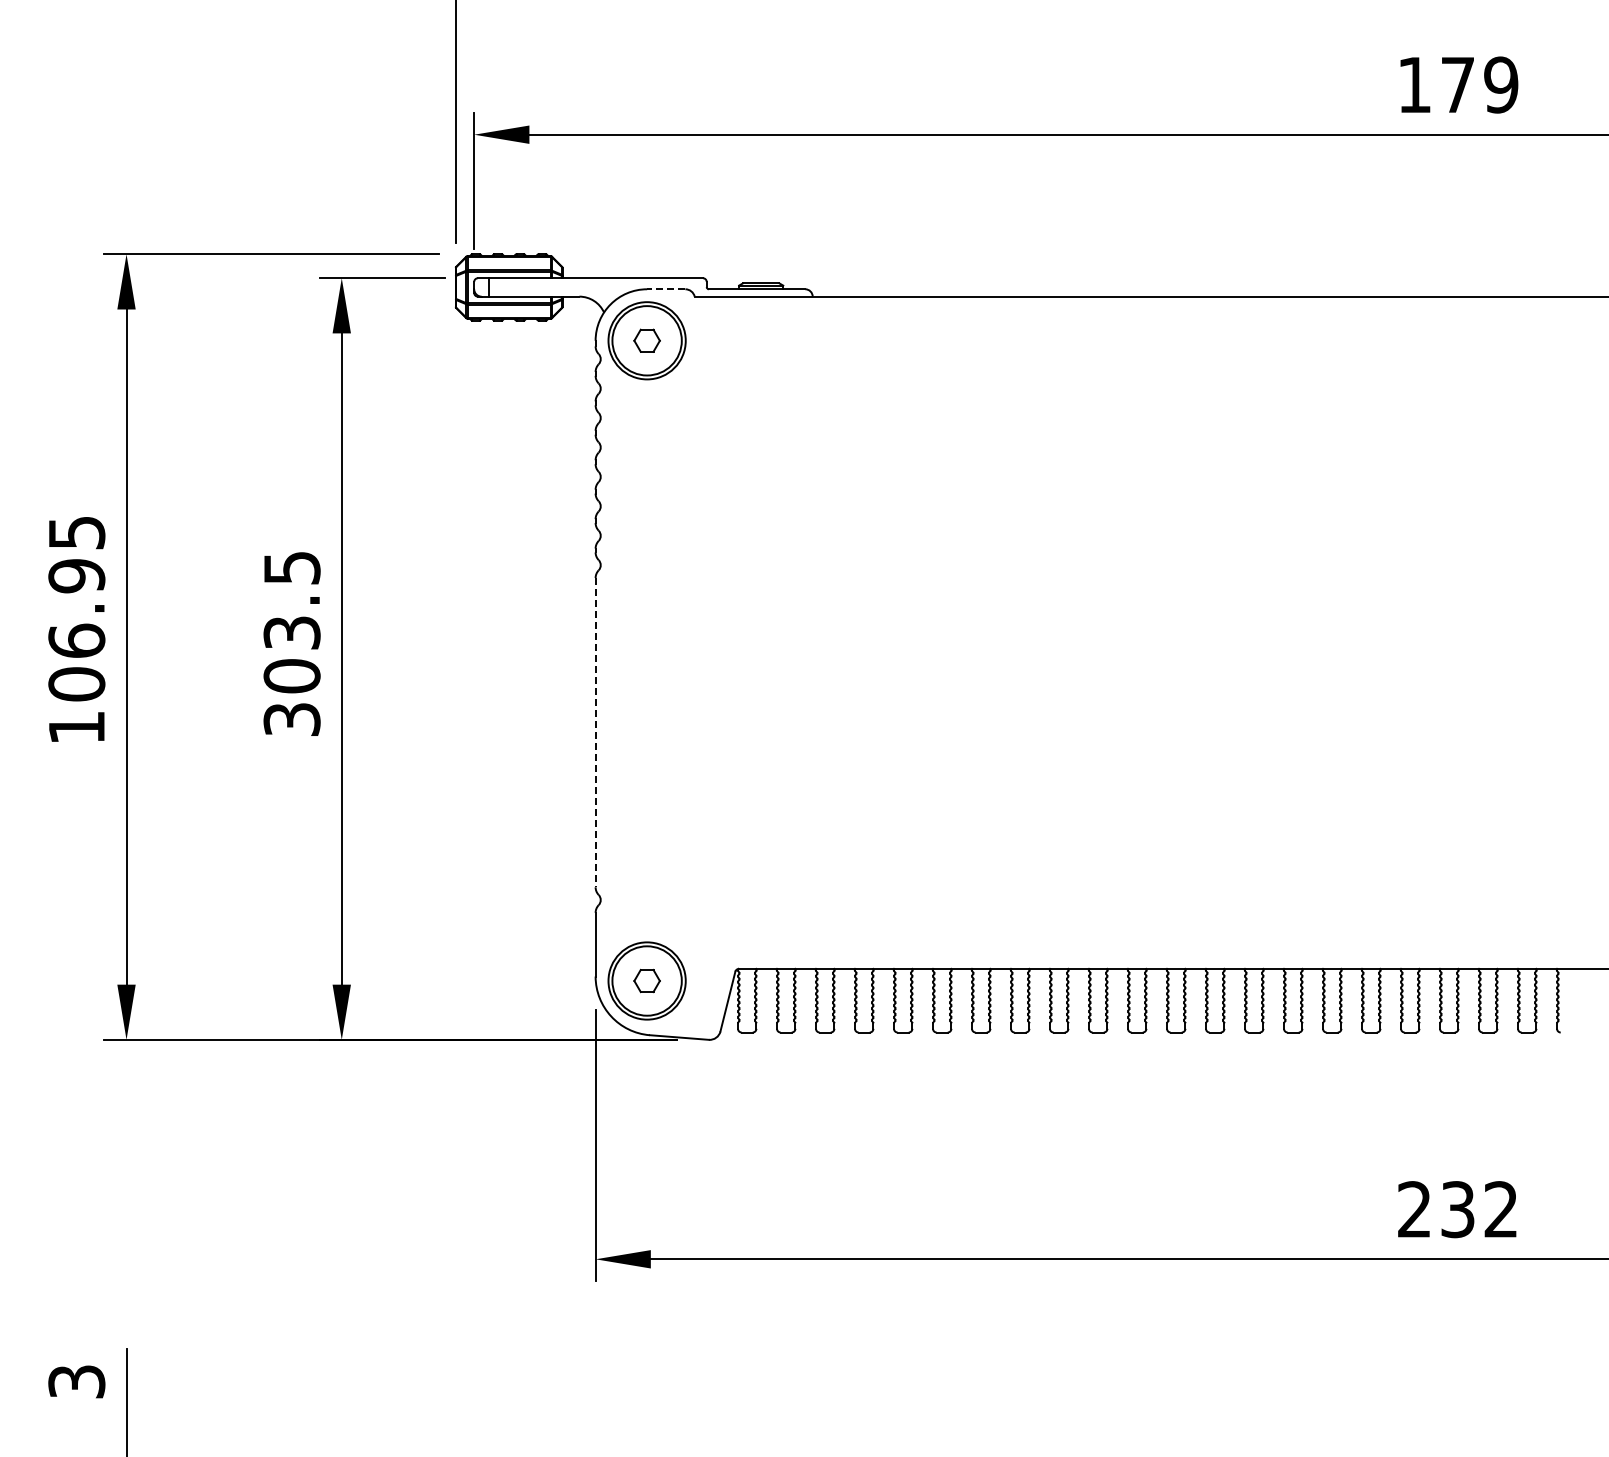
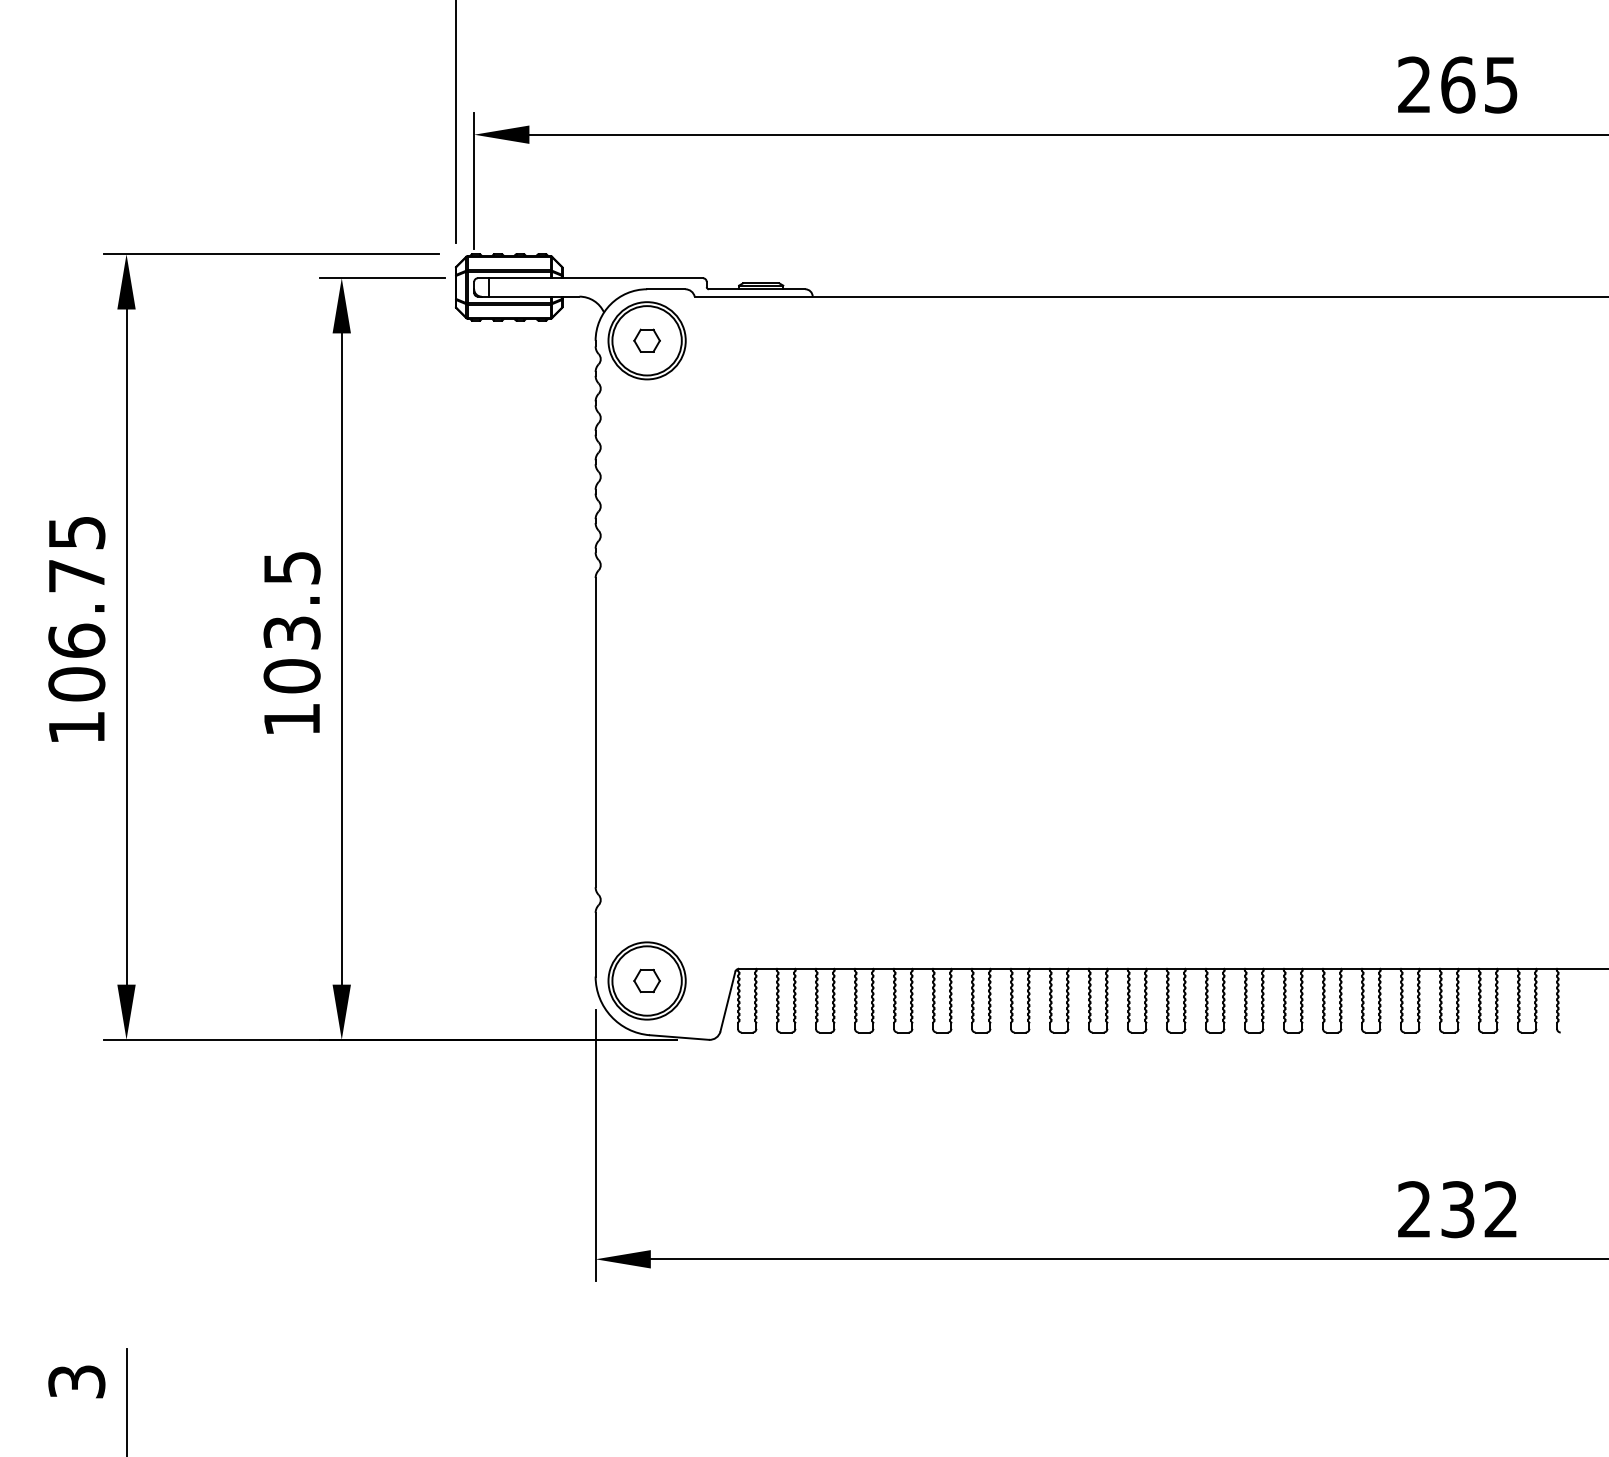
text at (1458, 84): 179 -> 265
line at (665, 289): dashed -> solid
text at (76, 576): 106.95 -> 106.75
text at (291, 719): 303.5 -> 103.5
line at (595, 732): dashed -> solid
